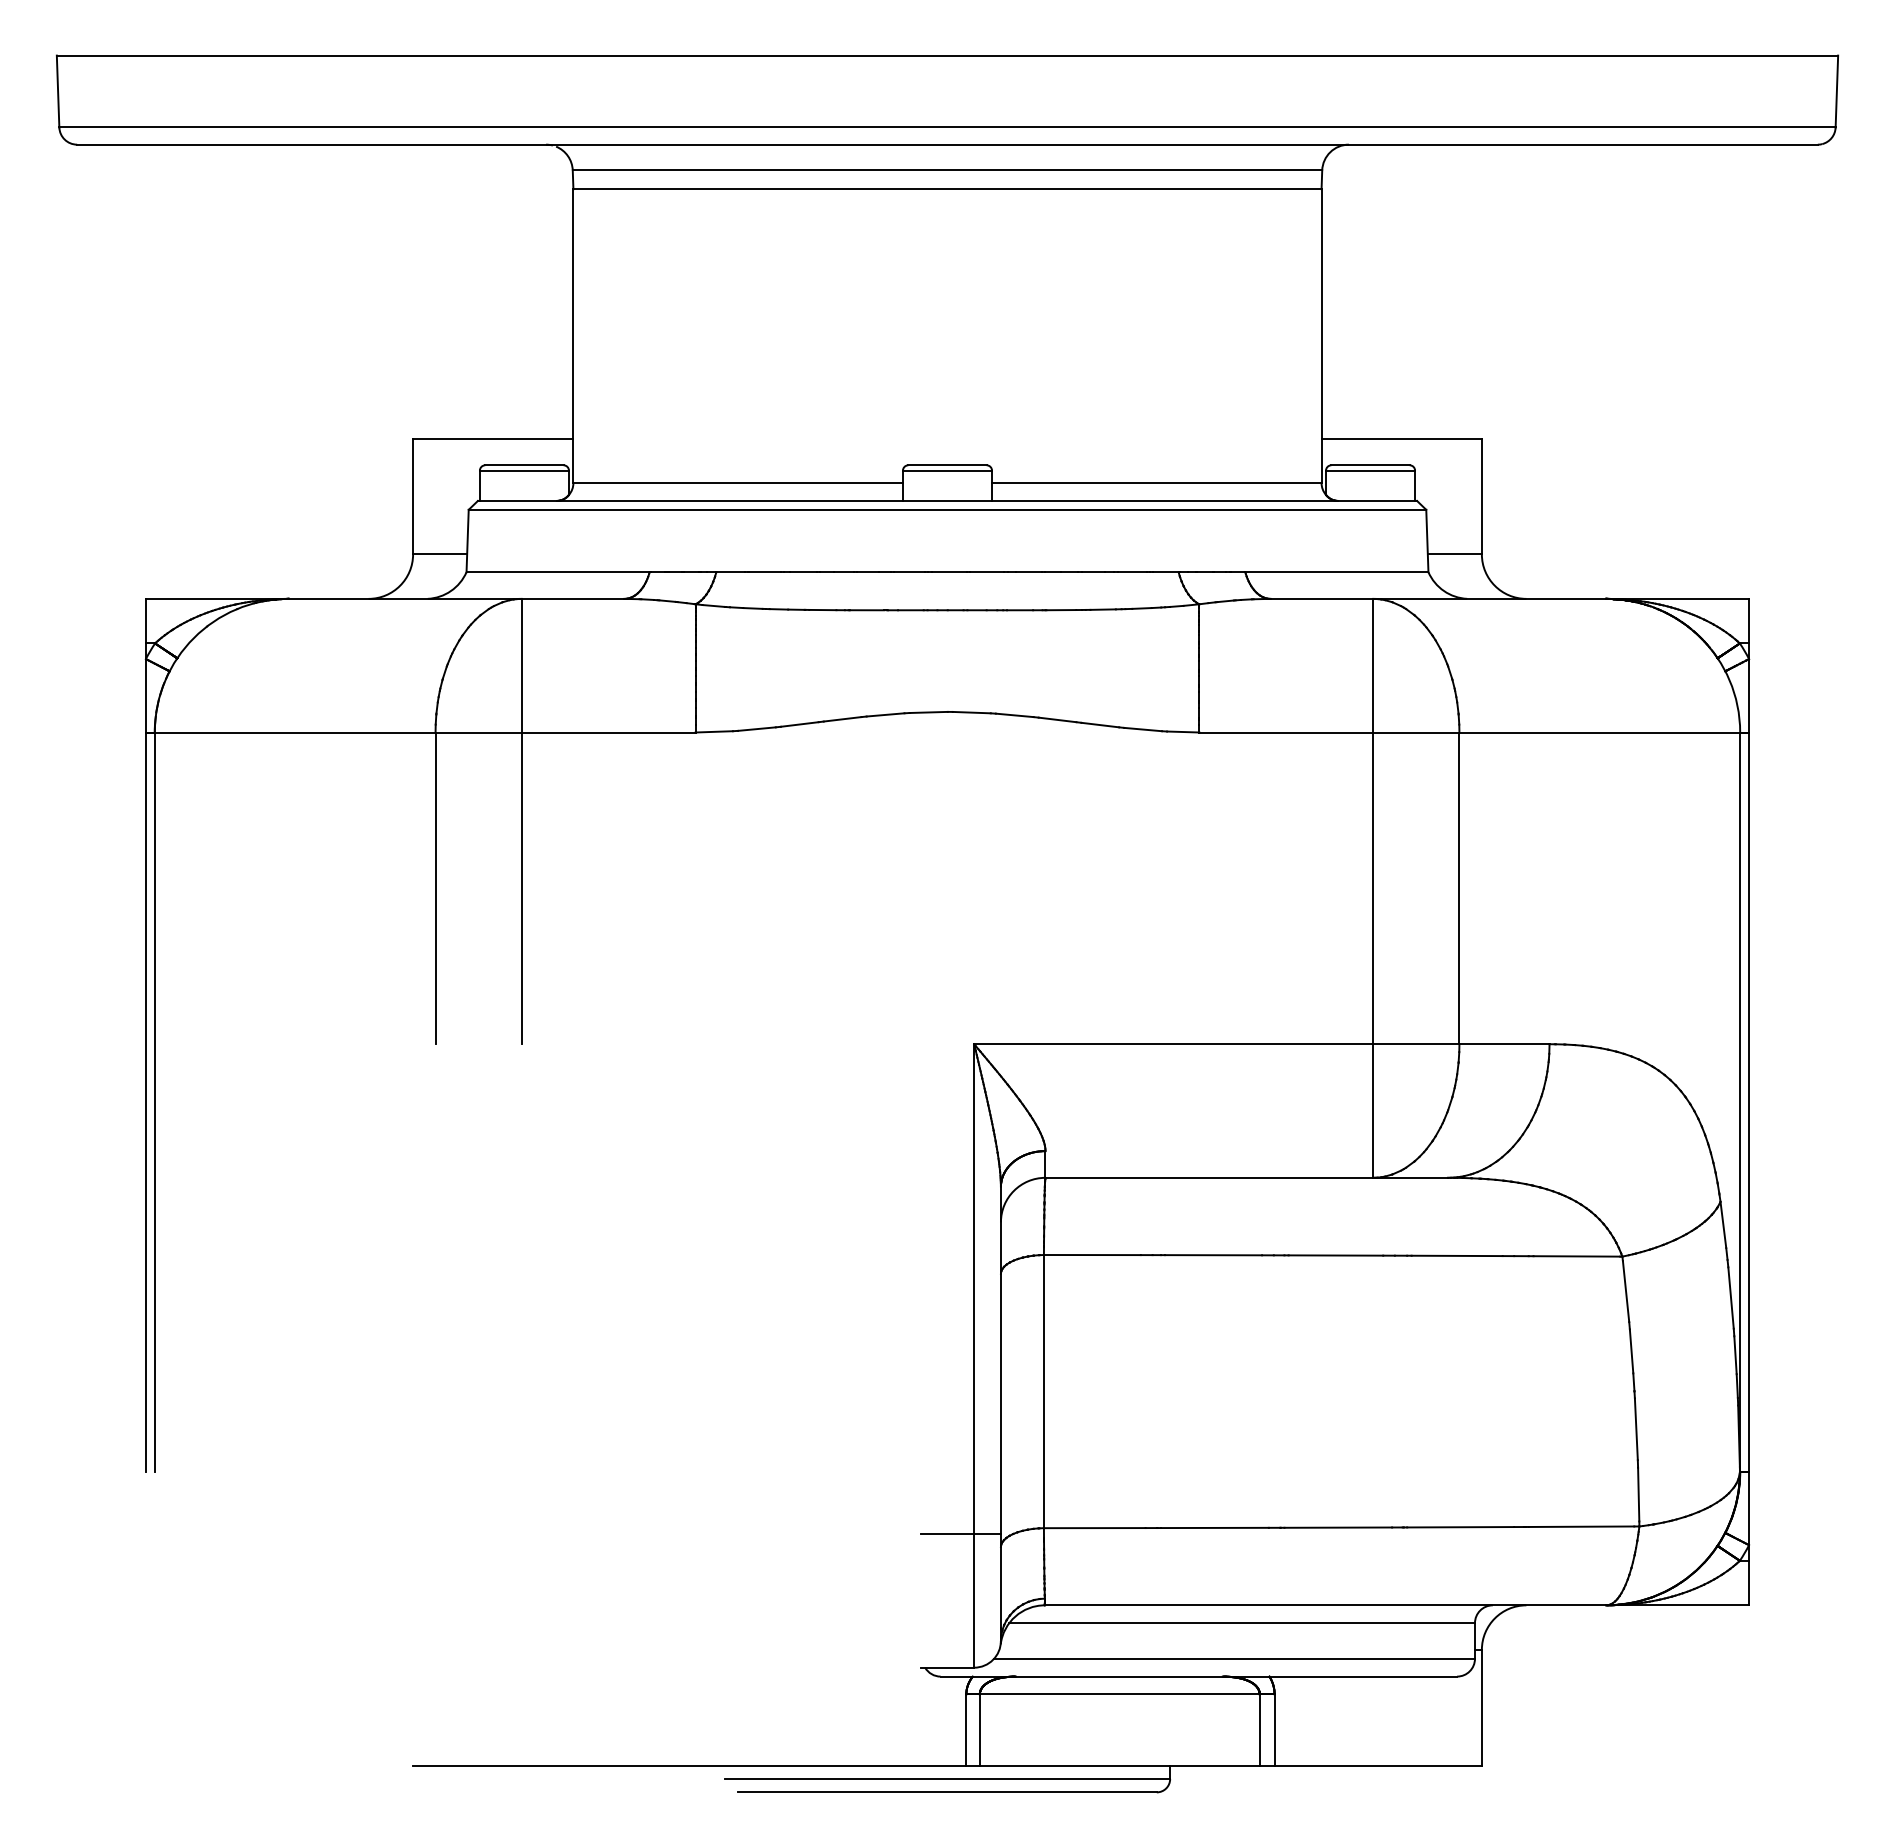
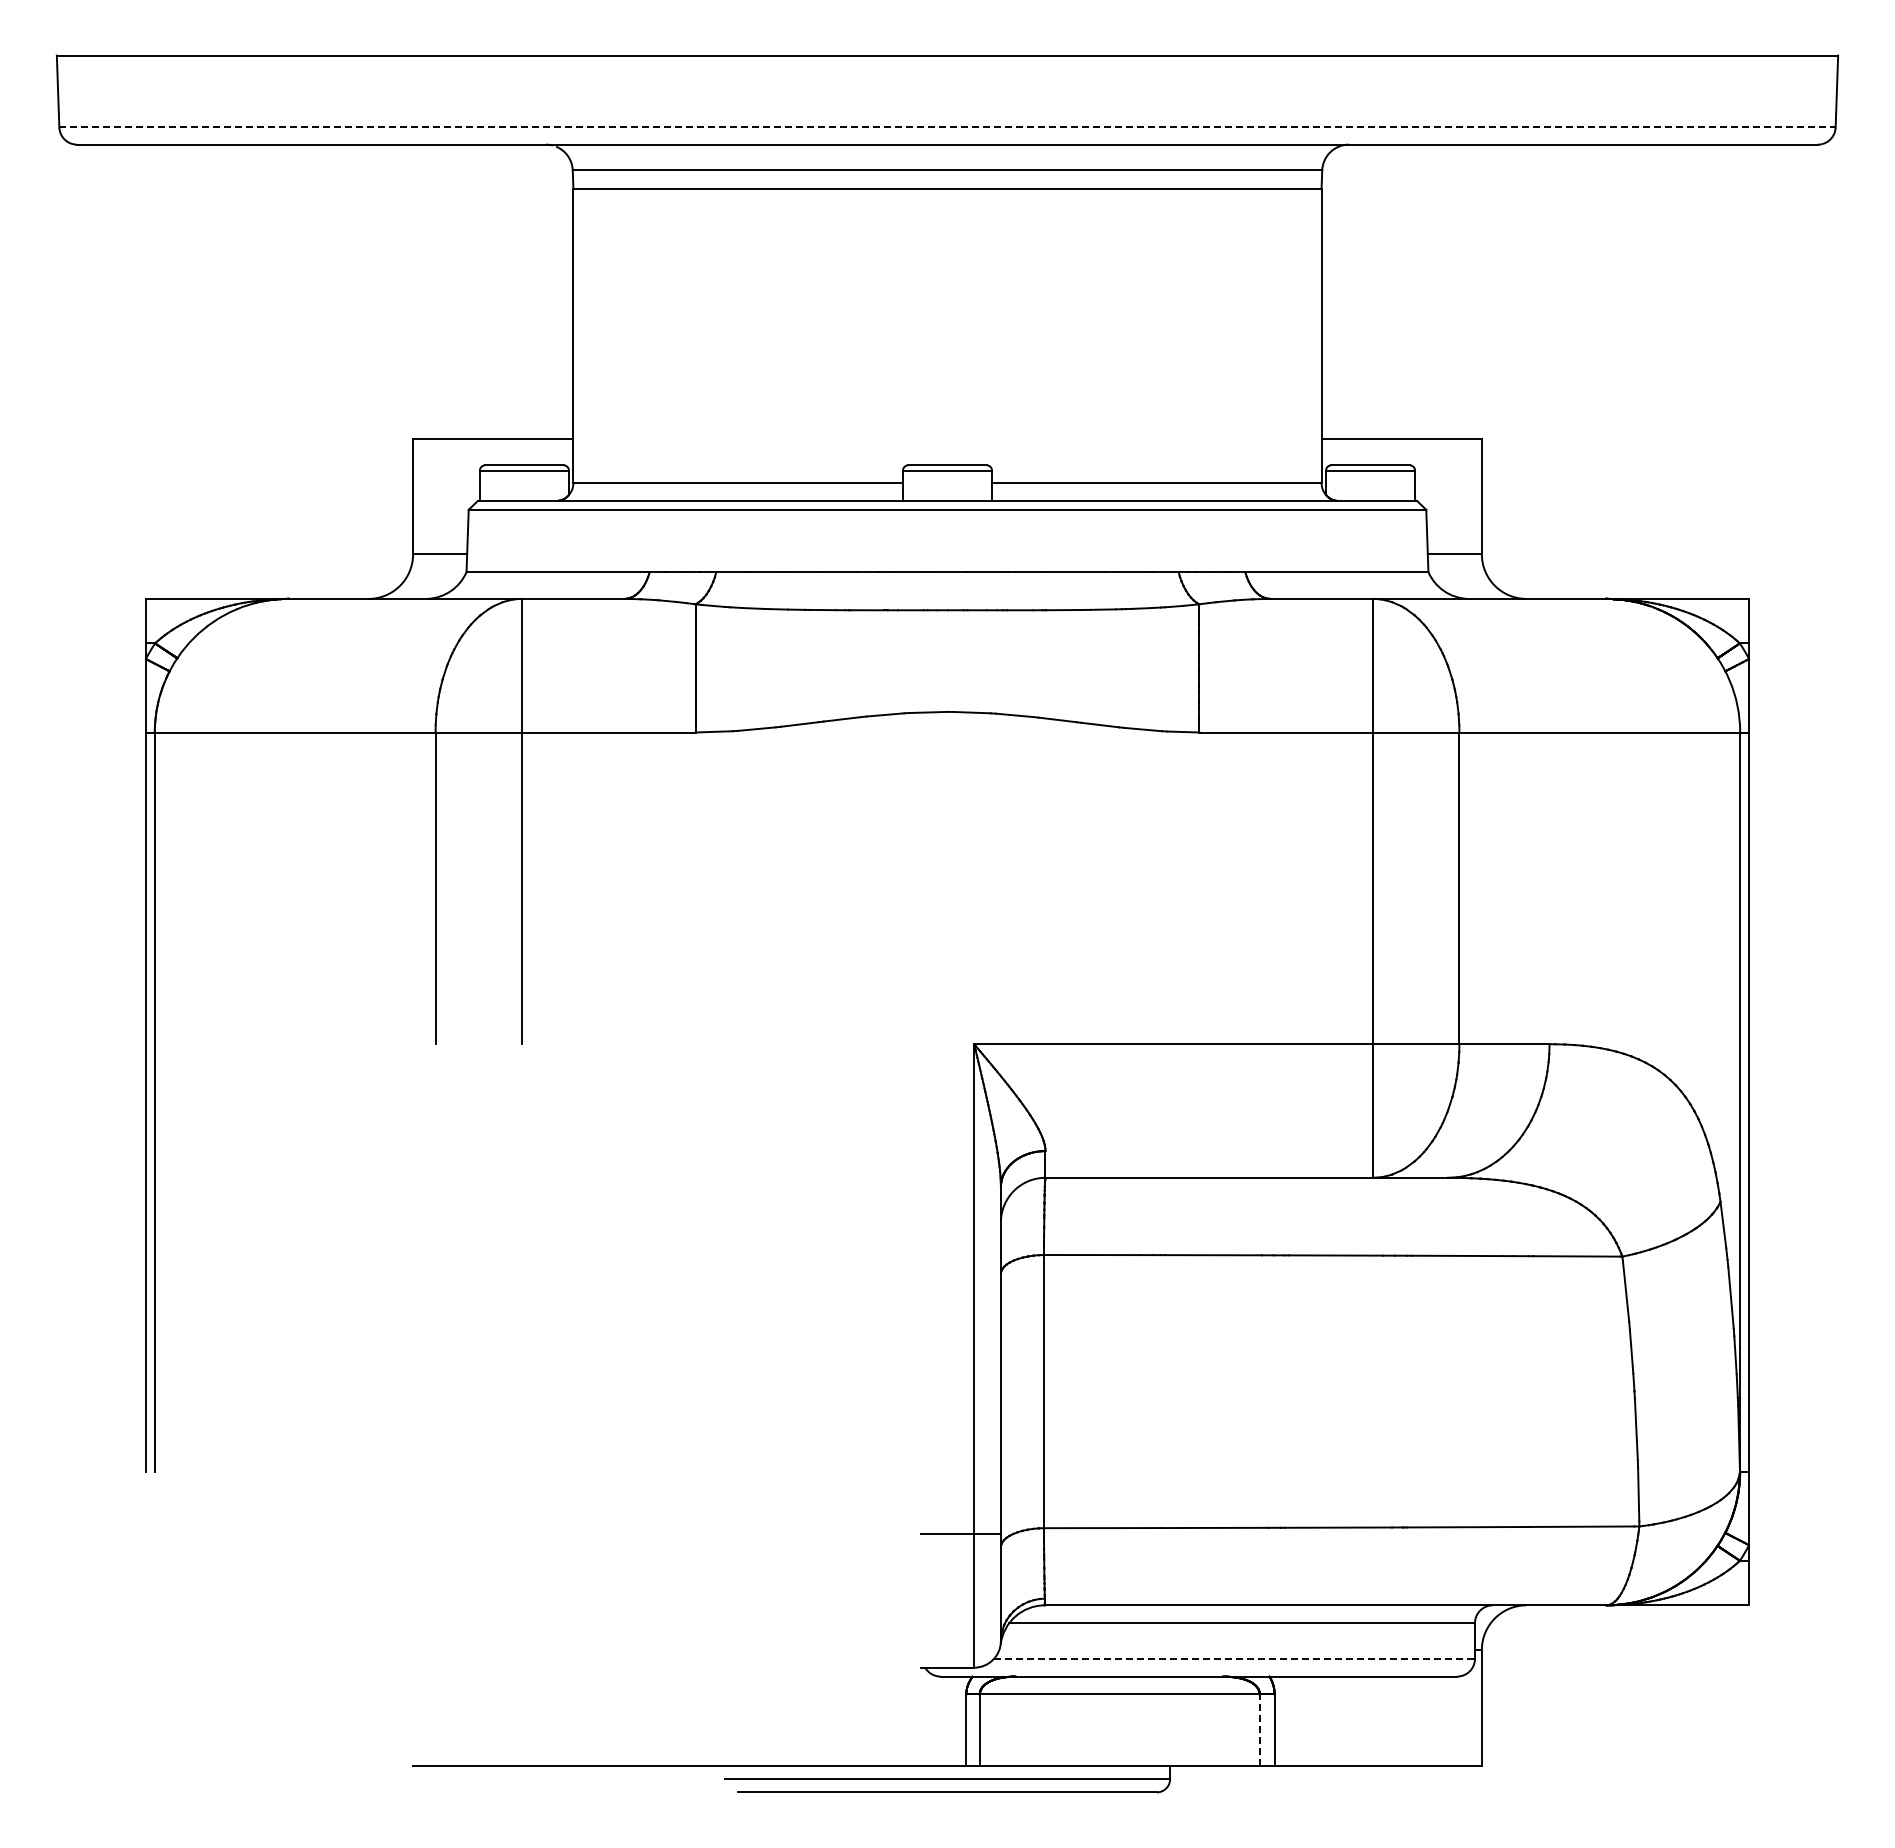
line at (947, 127): solid -> dashed
line at (1235, 1658): solid -> dashed
line at (1259, 1730): solid -> dashed
